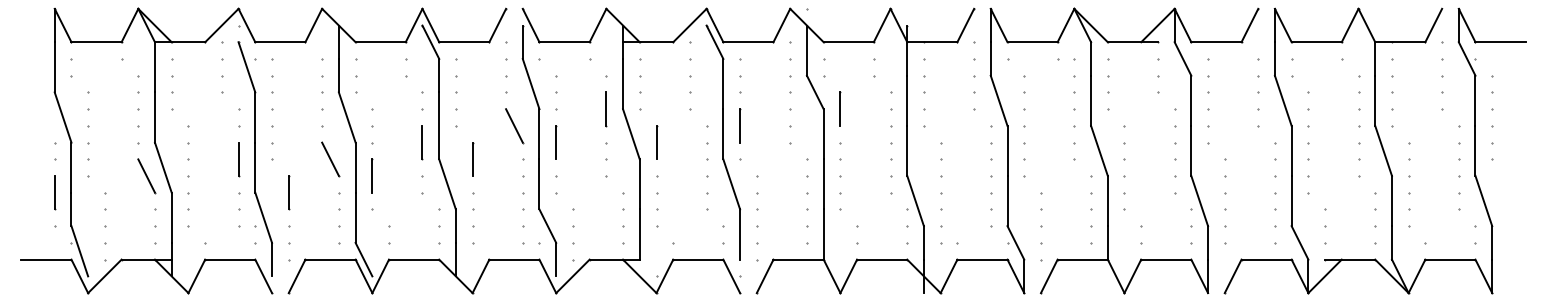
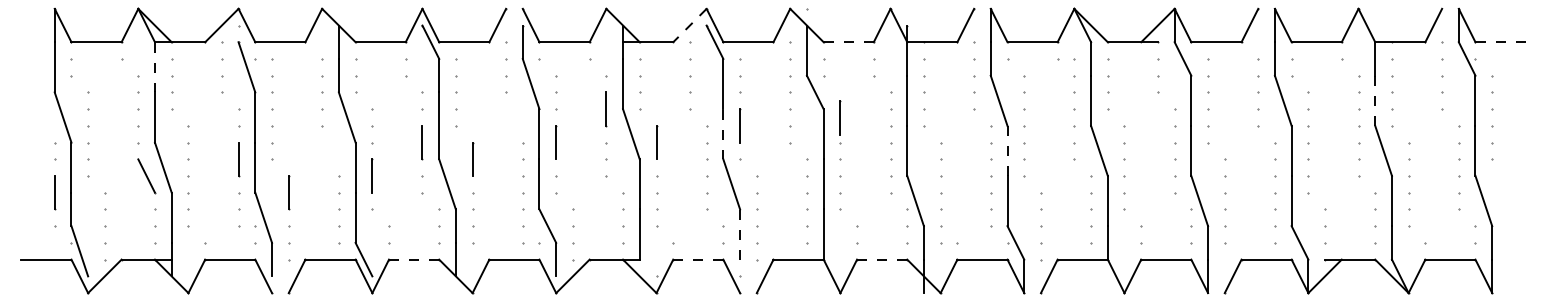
line at (689, 25): solid -> dashed
line at (848, 42): solid -> dashed
line at (1500, 42): solid -> dashed
line at (154, 66): solid -> dashed
line at (1375, 100): solid -> dashed
line at (840, 108) position: (840, 108) -> (840, 117)
line at (514, 125): present -> none
line at (723, 133): solid -> dashed
line at (1007, 150): solid -> dashed
line at (330, 158): present -> none
line at (740, 234): solid -> dashed
line at (414, 259): solid -> dashed
line at (698, 259): solid -> dashed
line at (882, 259): solid -> dashed
